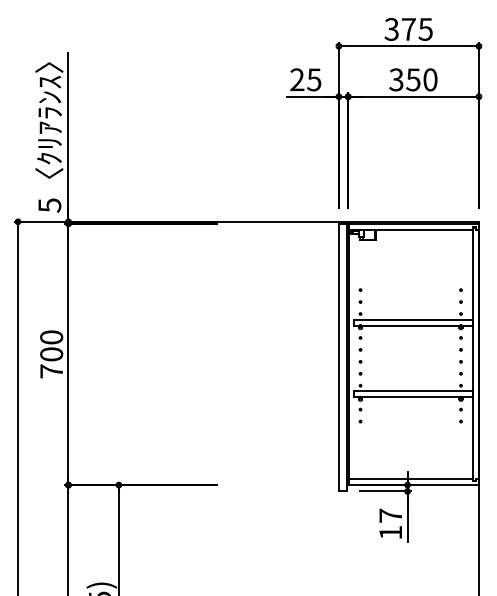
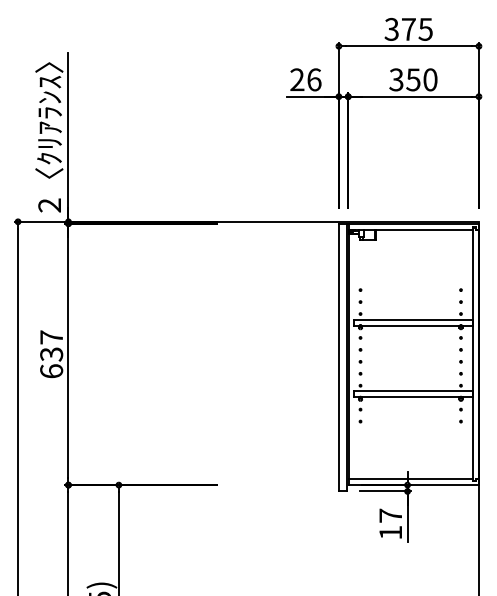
text at (314, 79): 25 -> 26
text at (49, 205): 5 -> 2
text at (51, 354): 700 -> 637
